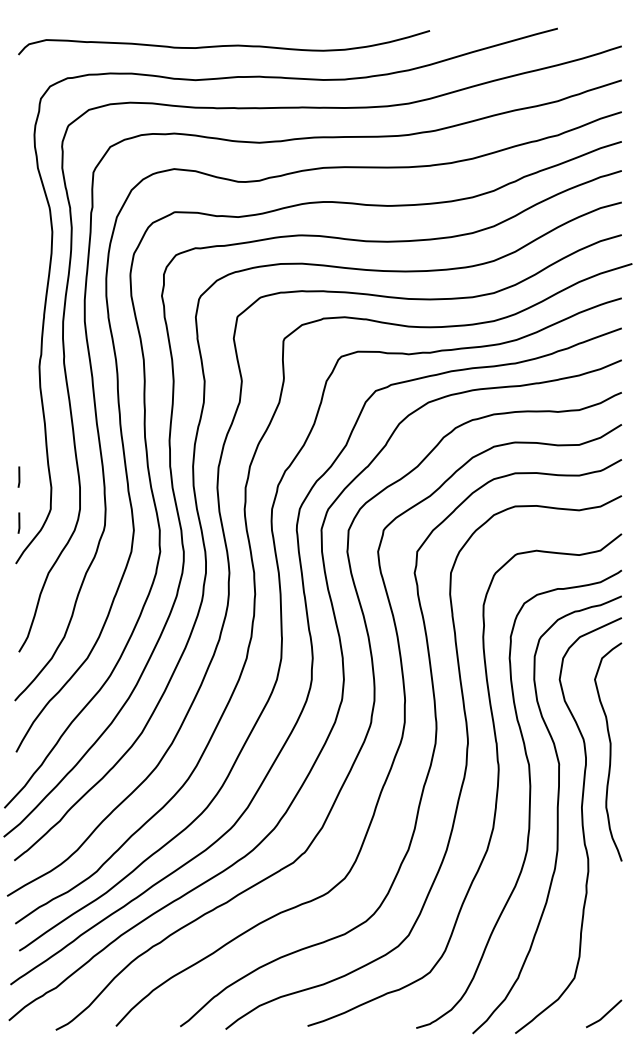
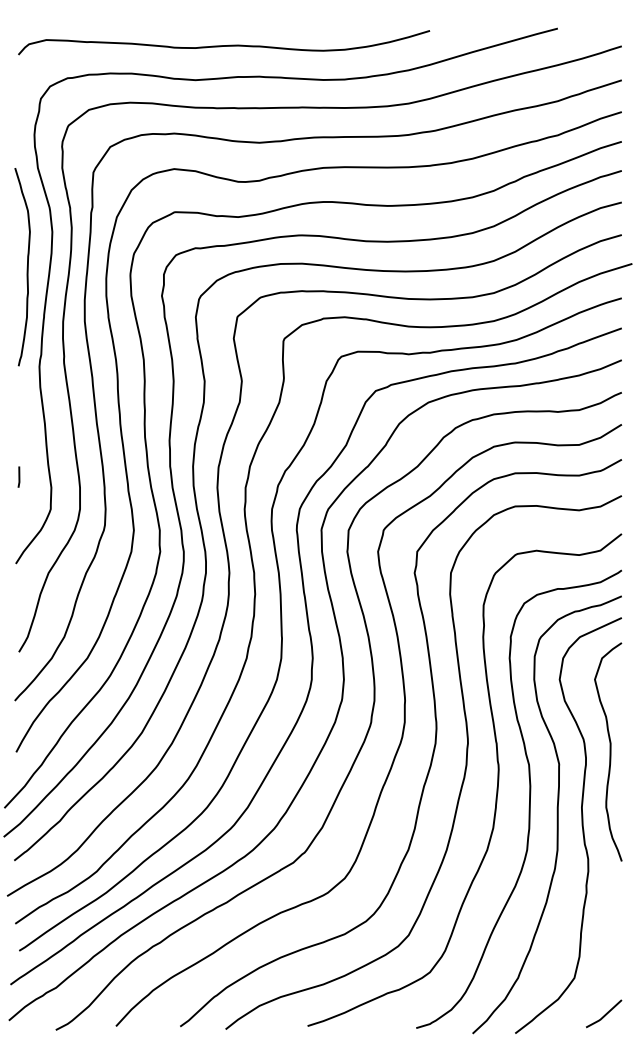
curve at (26, 267): none -> present
line at (18, 522): present -> none
